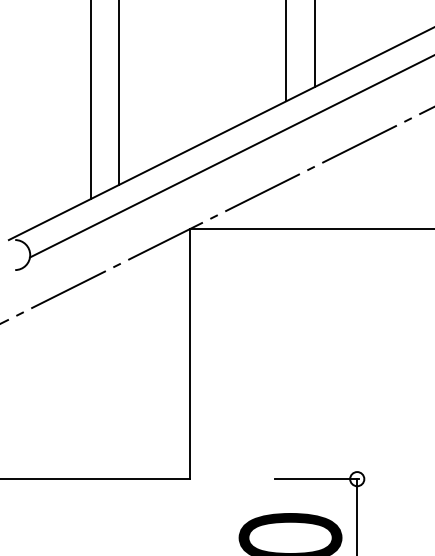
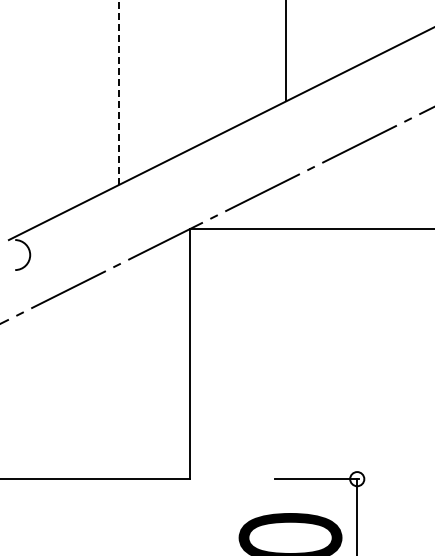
line at (314, 44): present -> none
line at (119, 92): solid -> dashed
line at (91, 100): present -> none
line at (230, 156): present -> none
